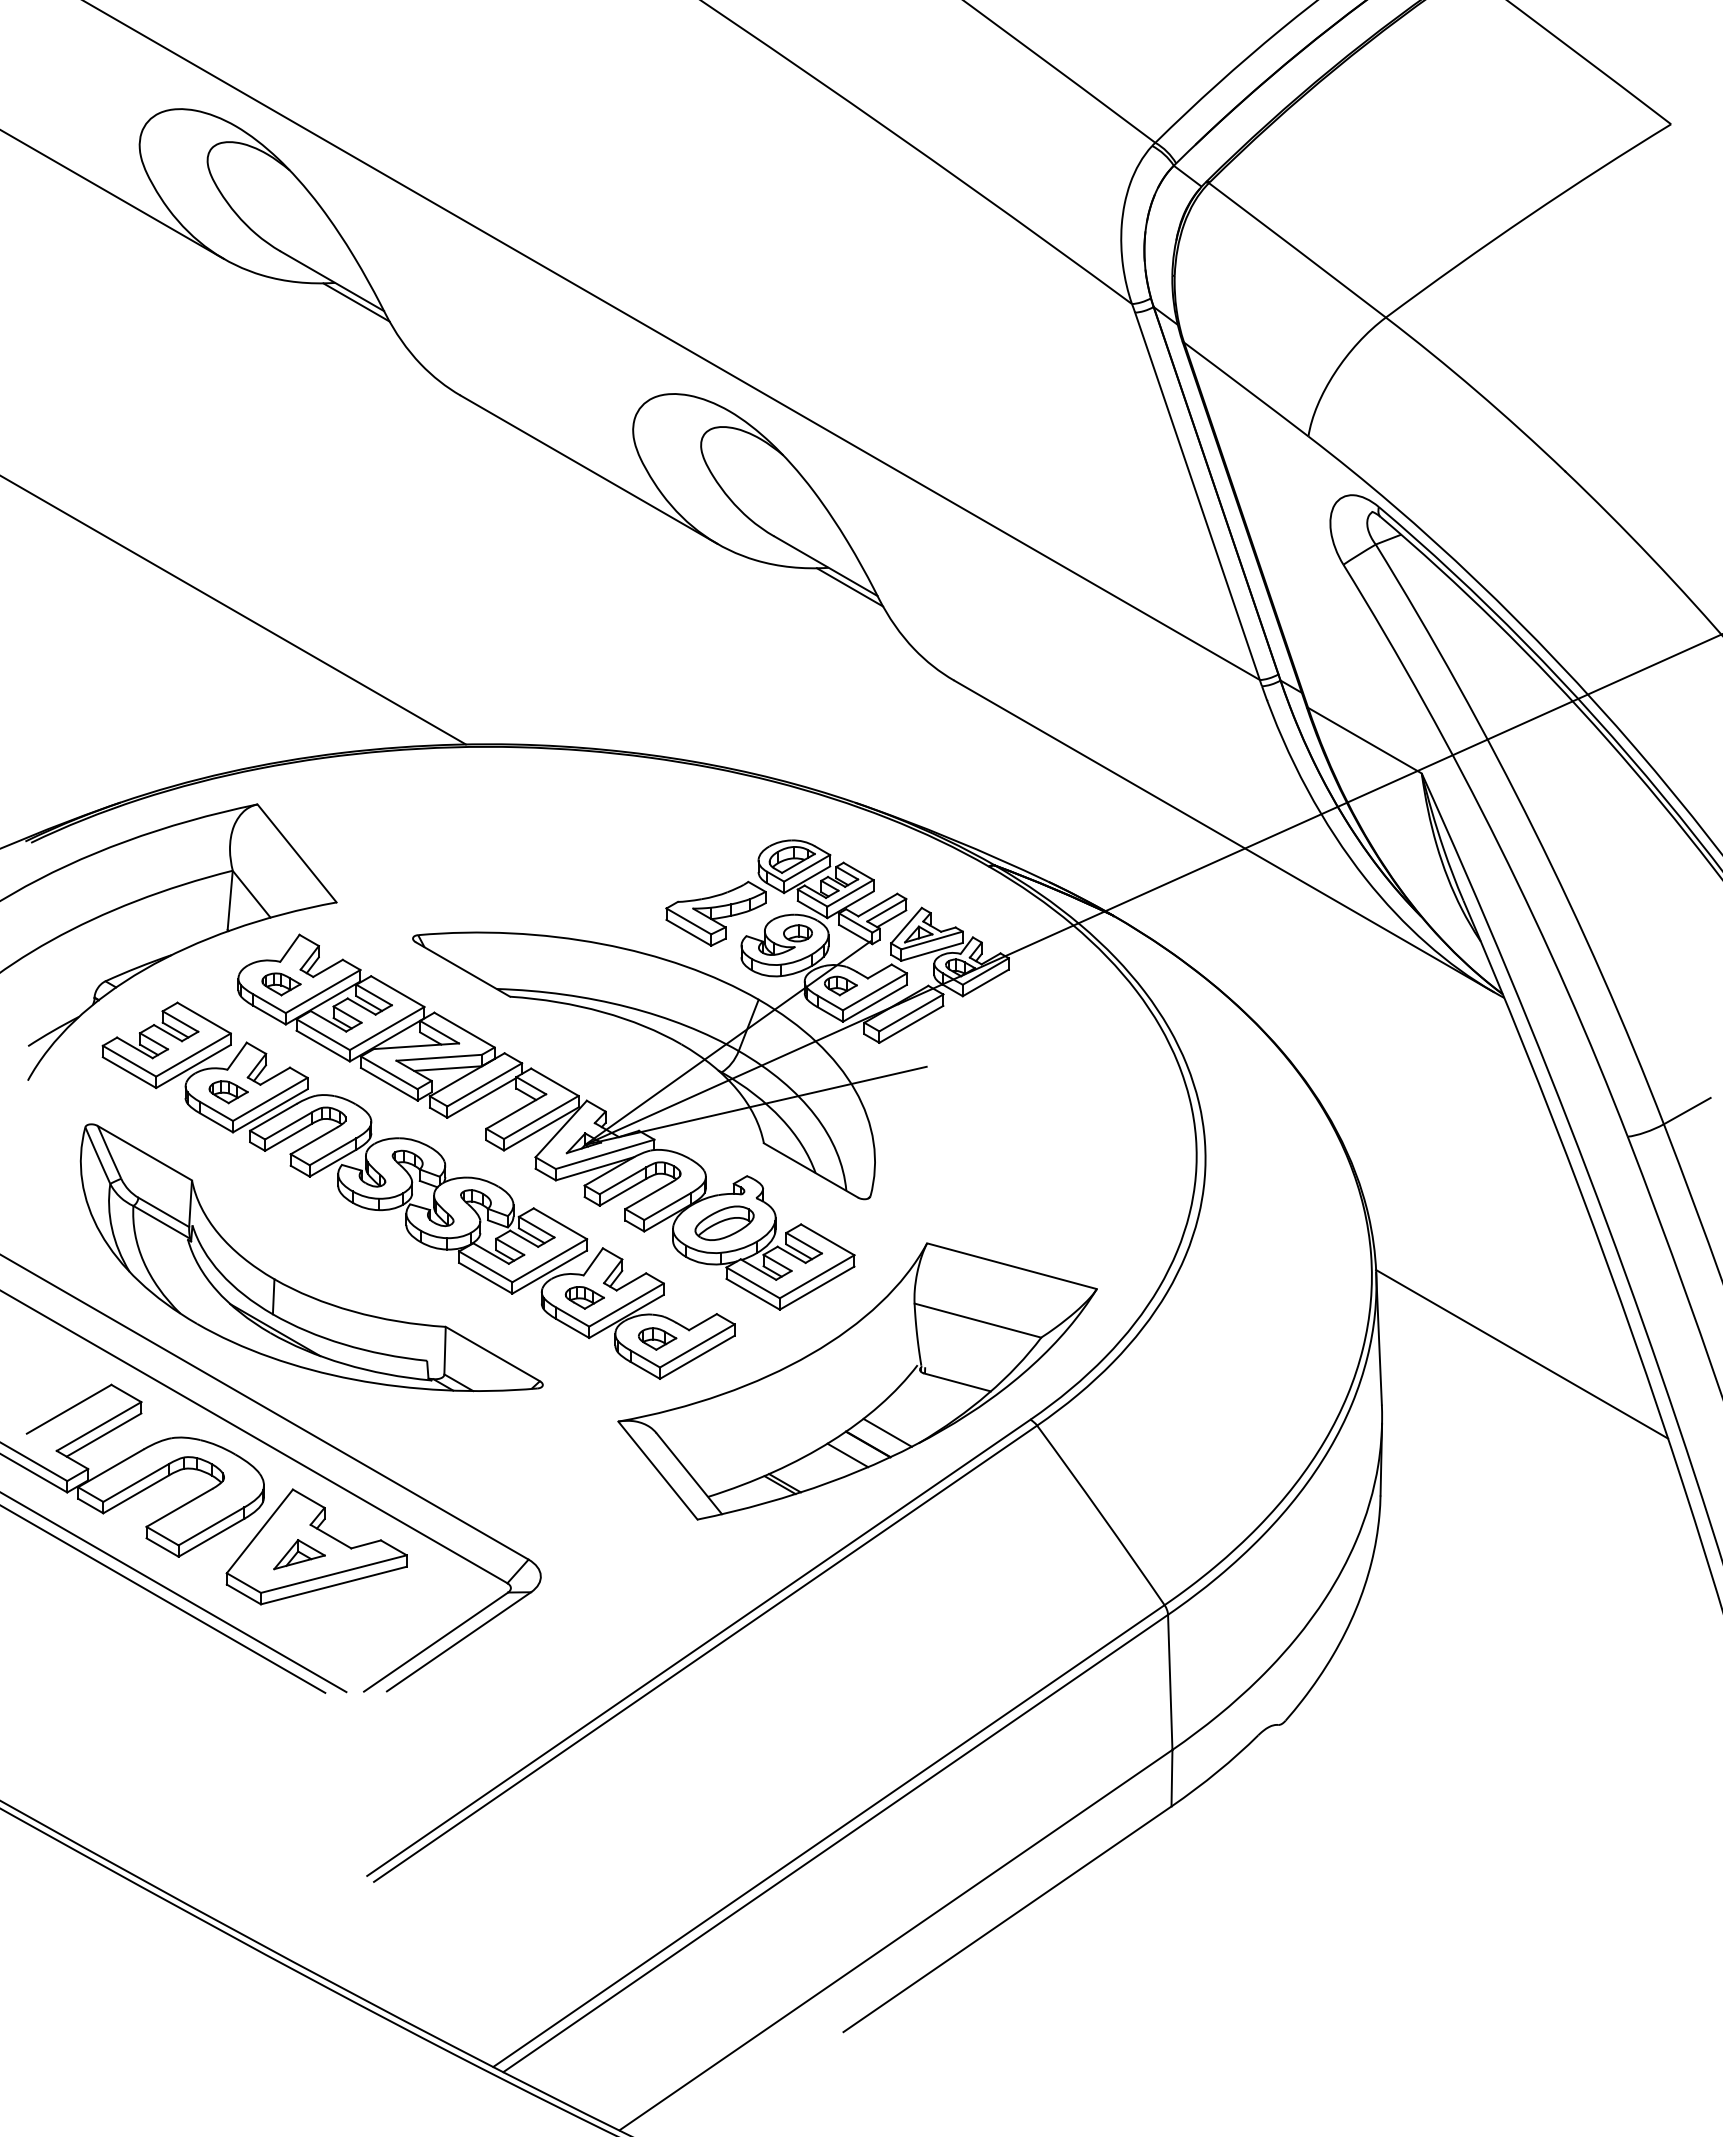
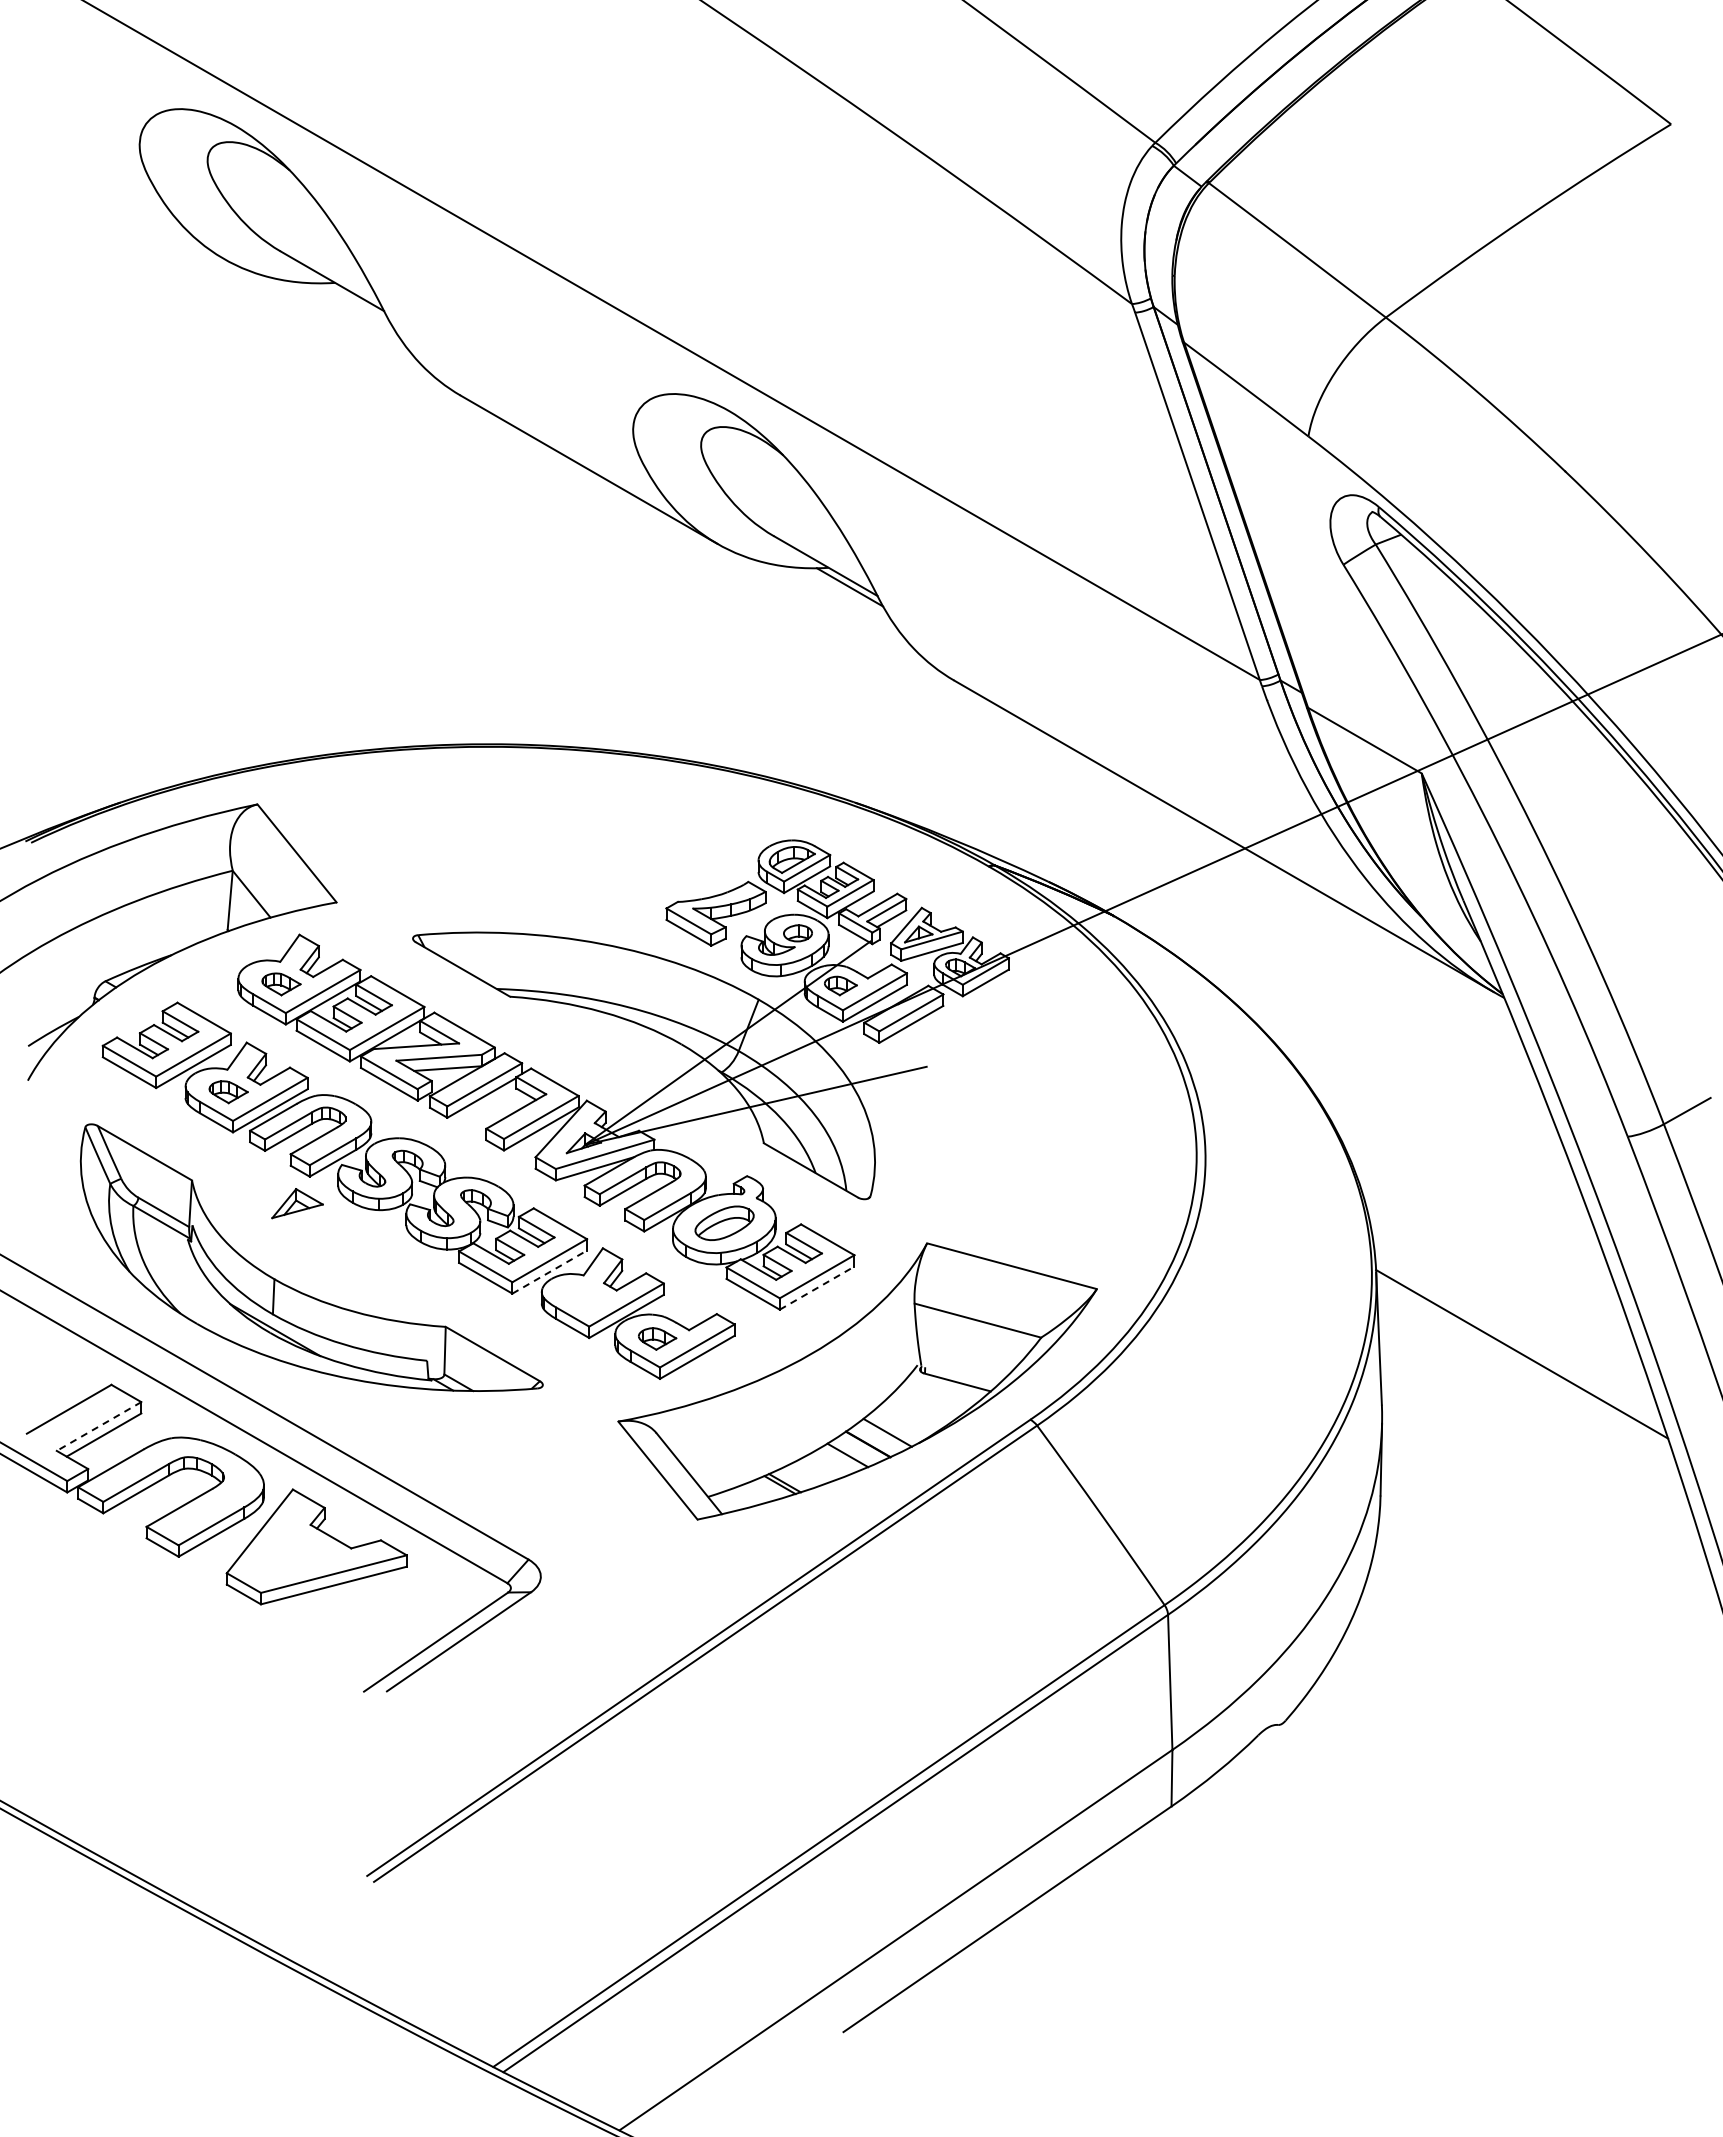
line at (112, 194): present -> none
line at (356, 302): present -> none
line at (233, 610): present -> none
line at (550, 1271): solid -> dashed
line at (817, 1287): solid -> dashed
part at (584, 1297): present -> none
line at (99, 1426): solid -> dashed
part at (299, 1554) position: (299, 1554) -> (297, 1203)
line at (174, 1592): present -> none
line at (163, 1599): present -> none
